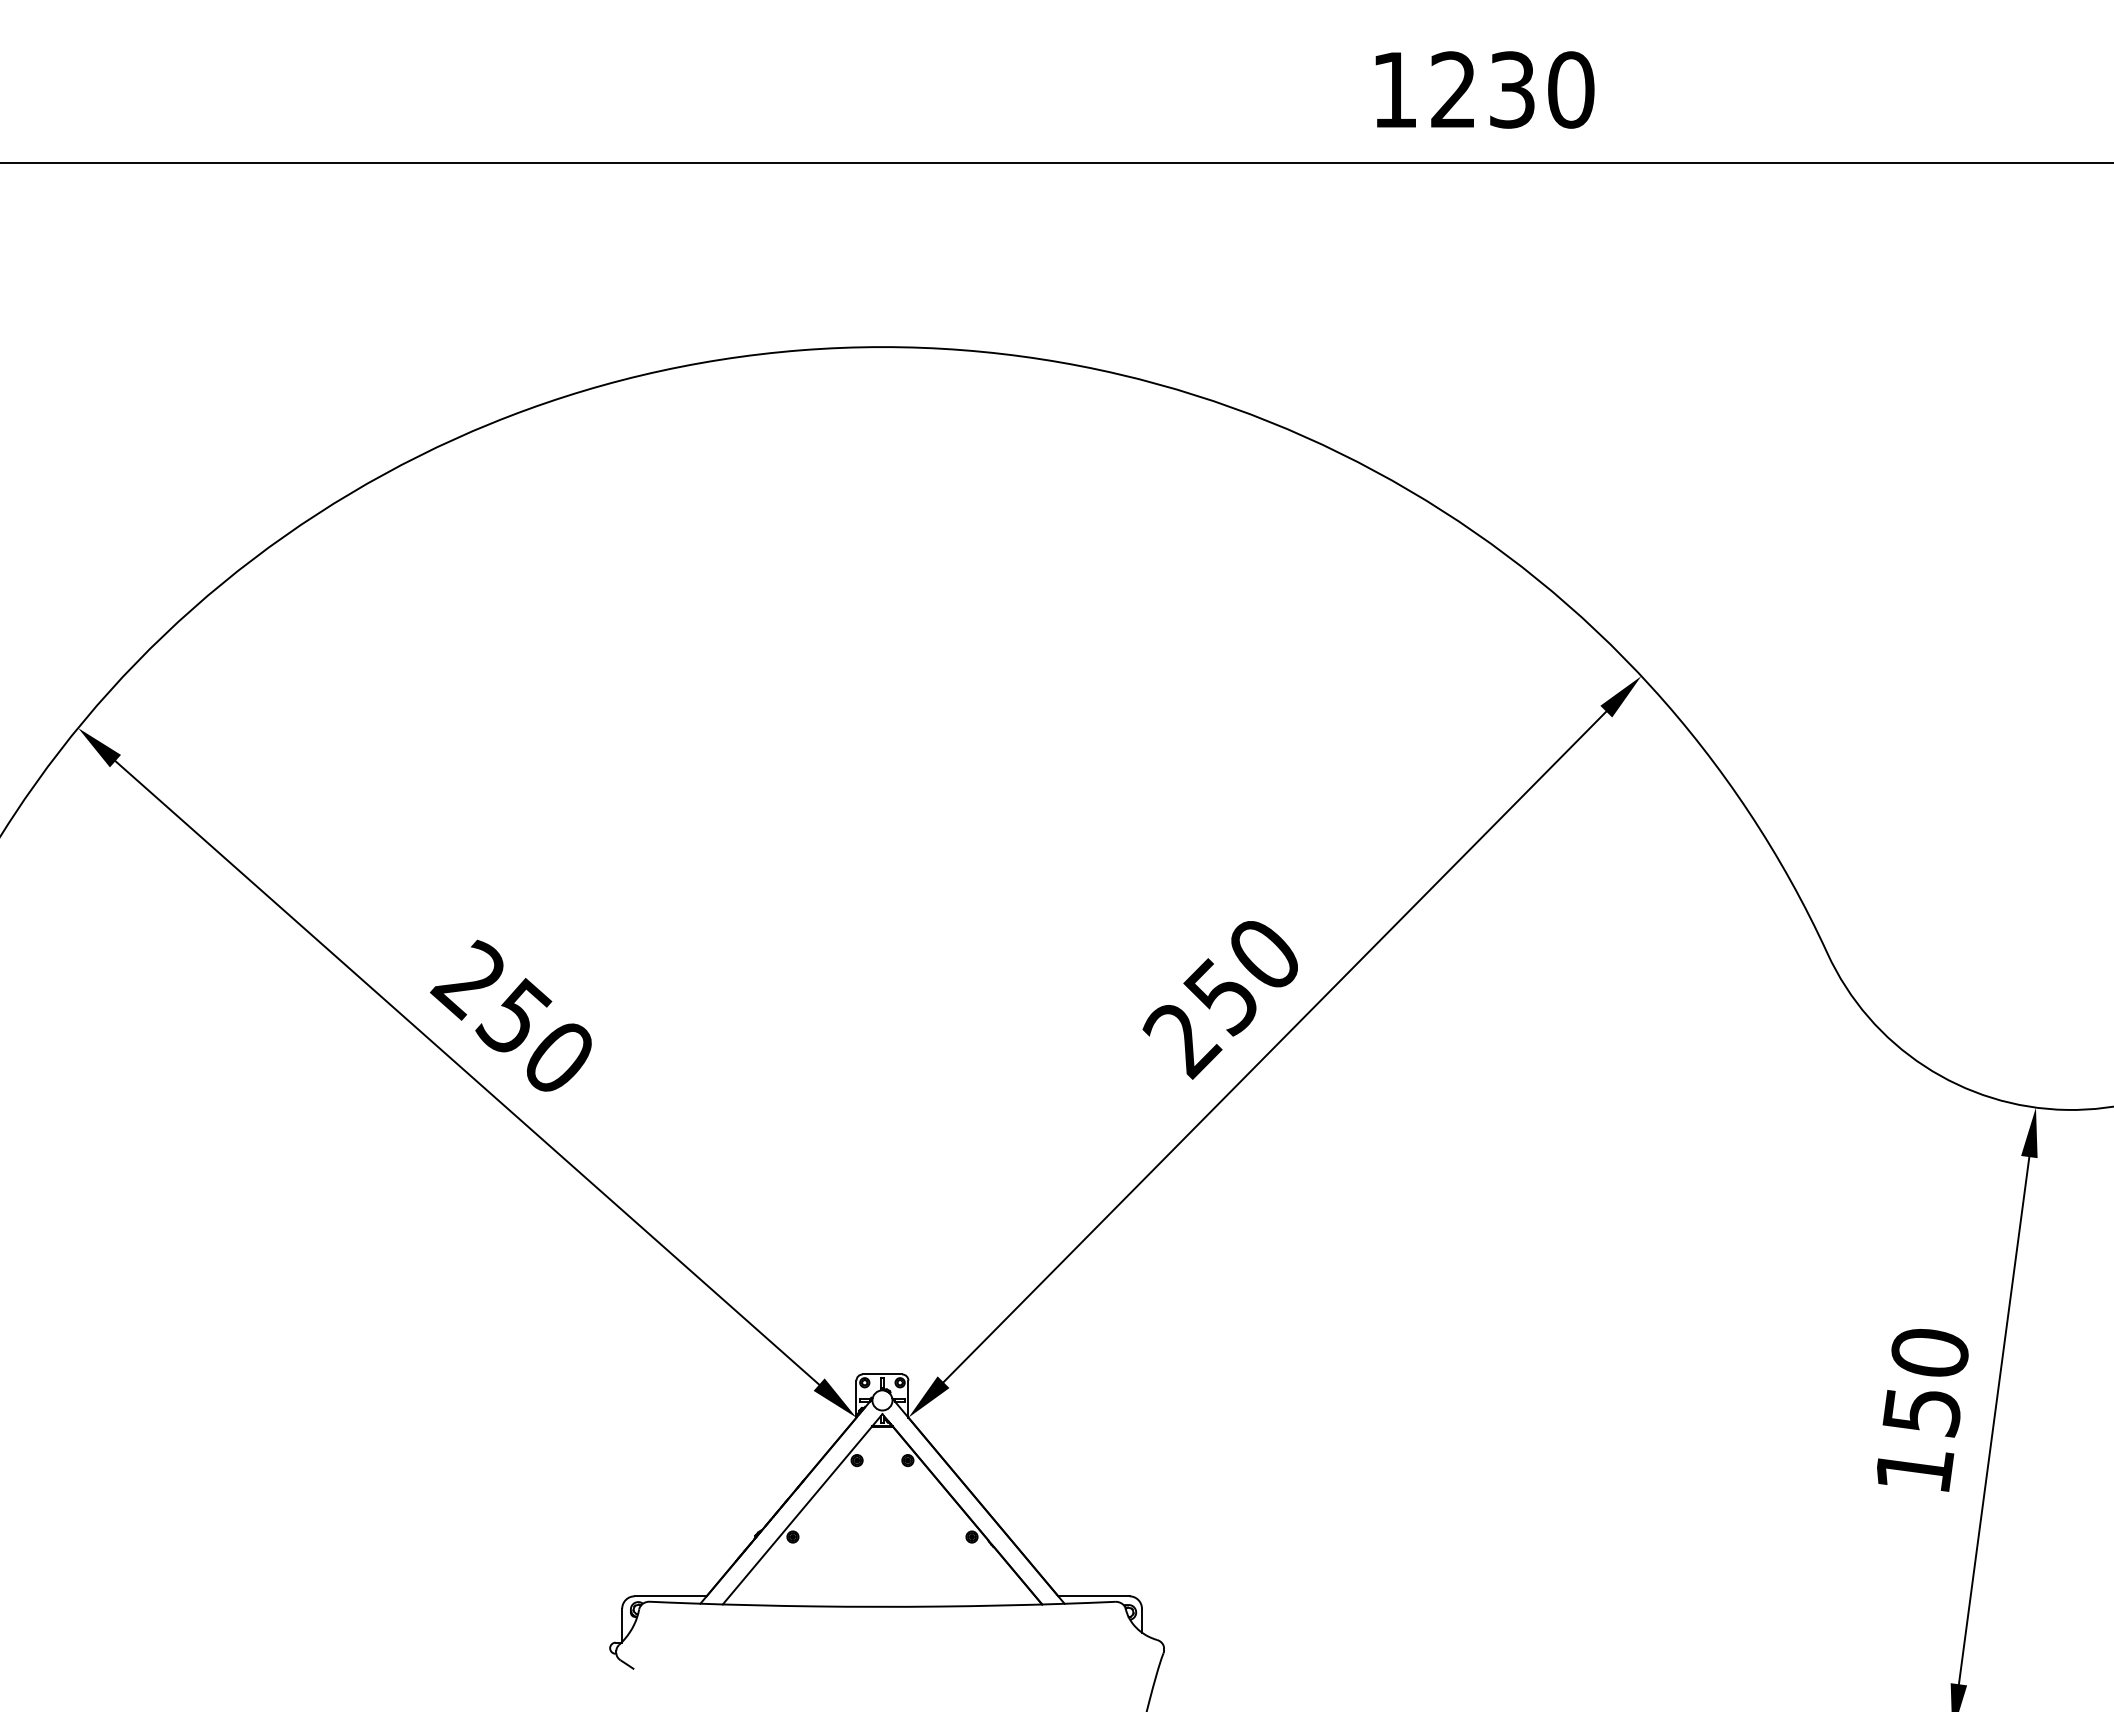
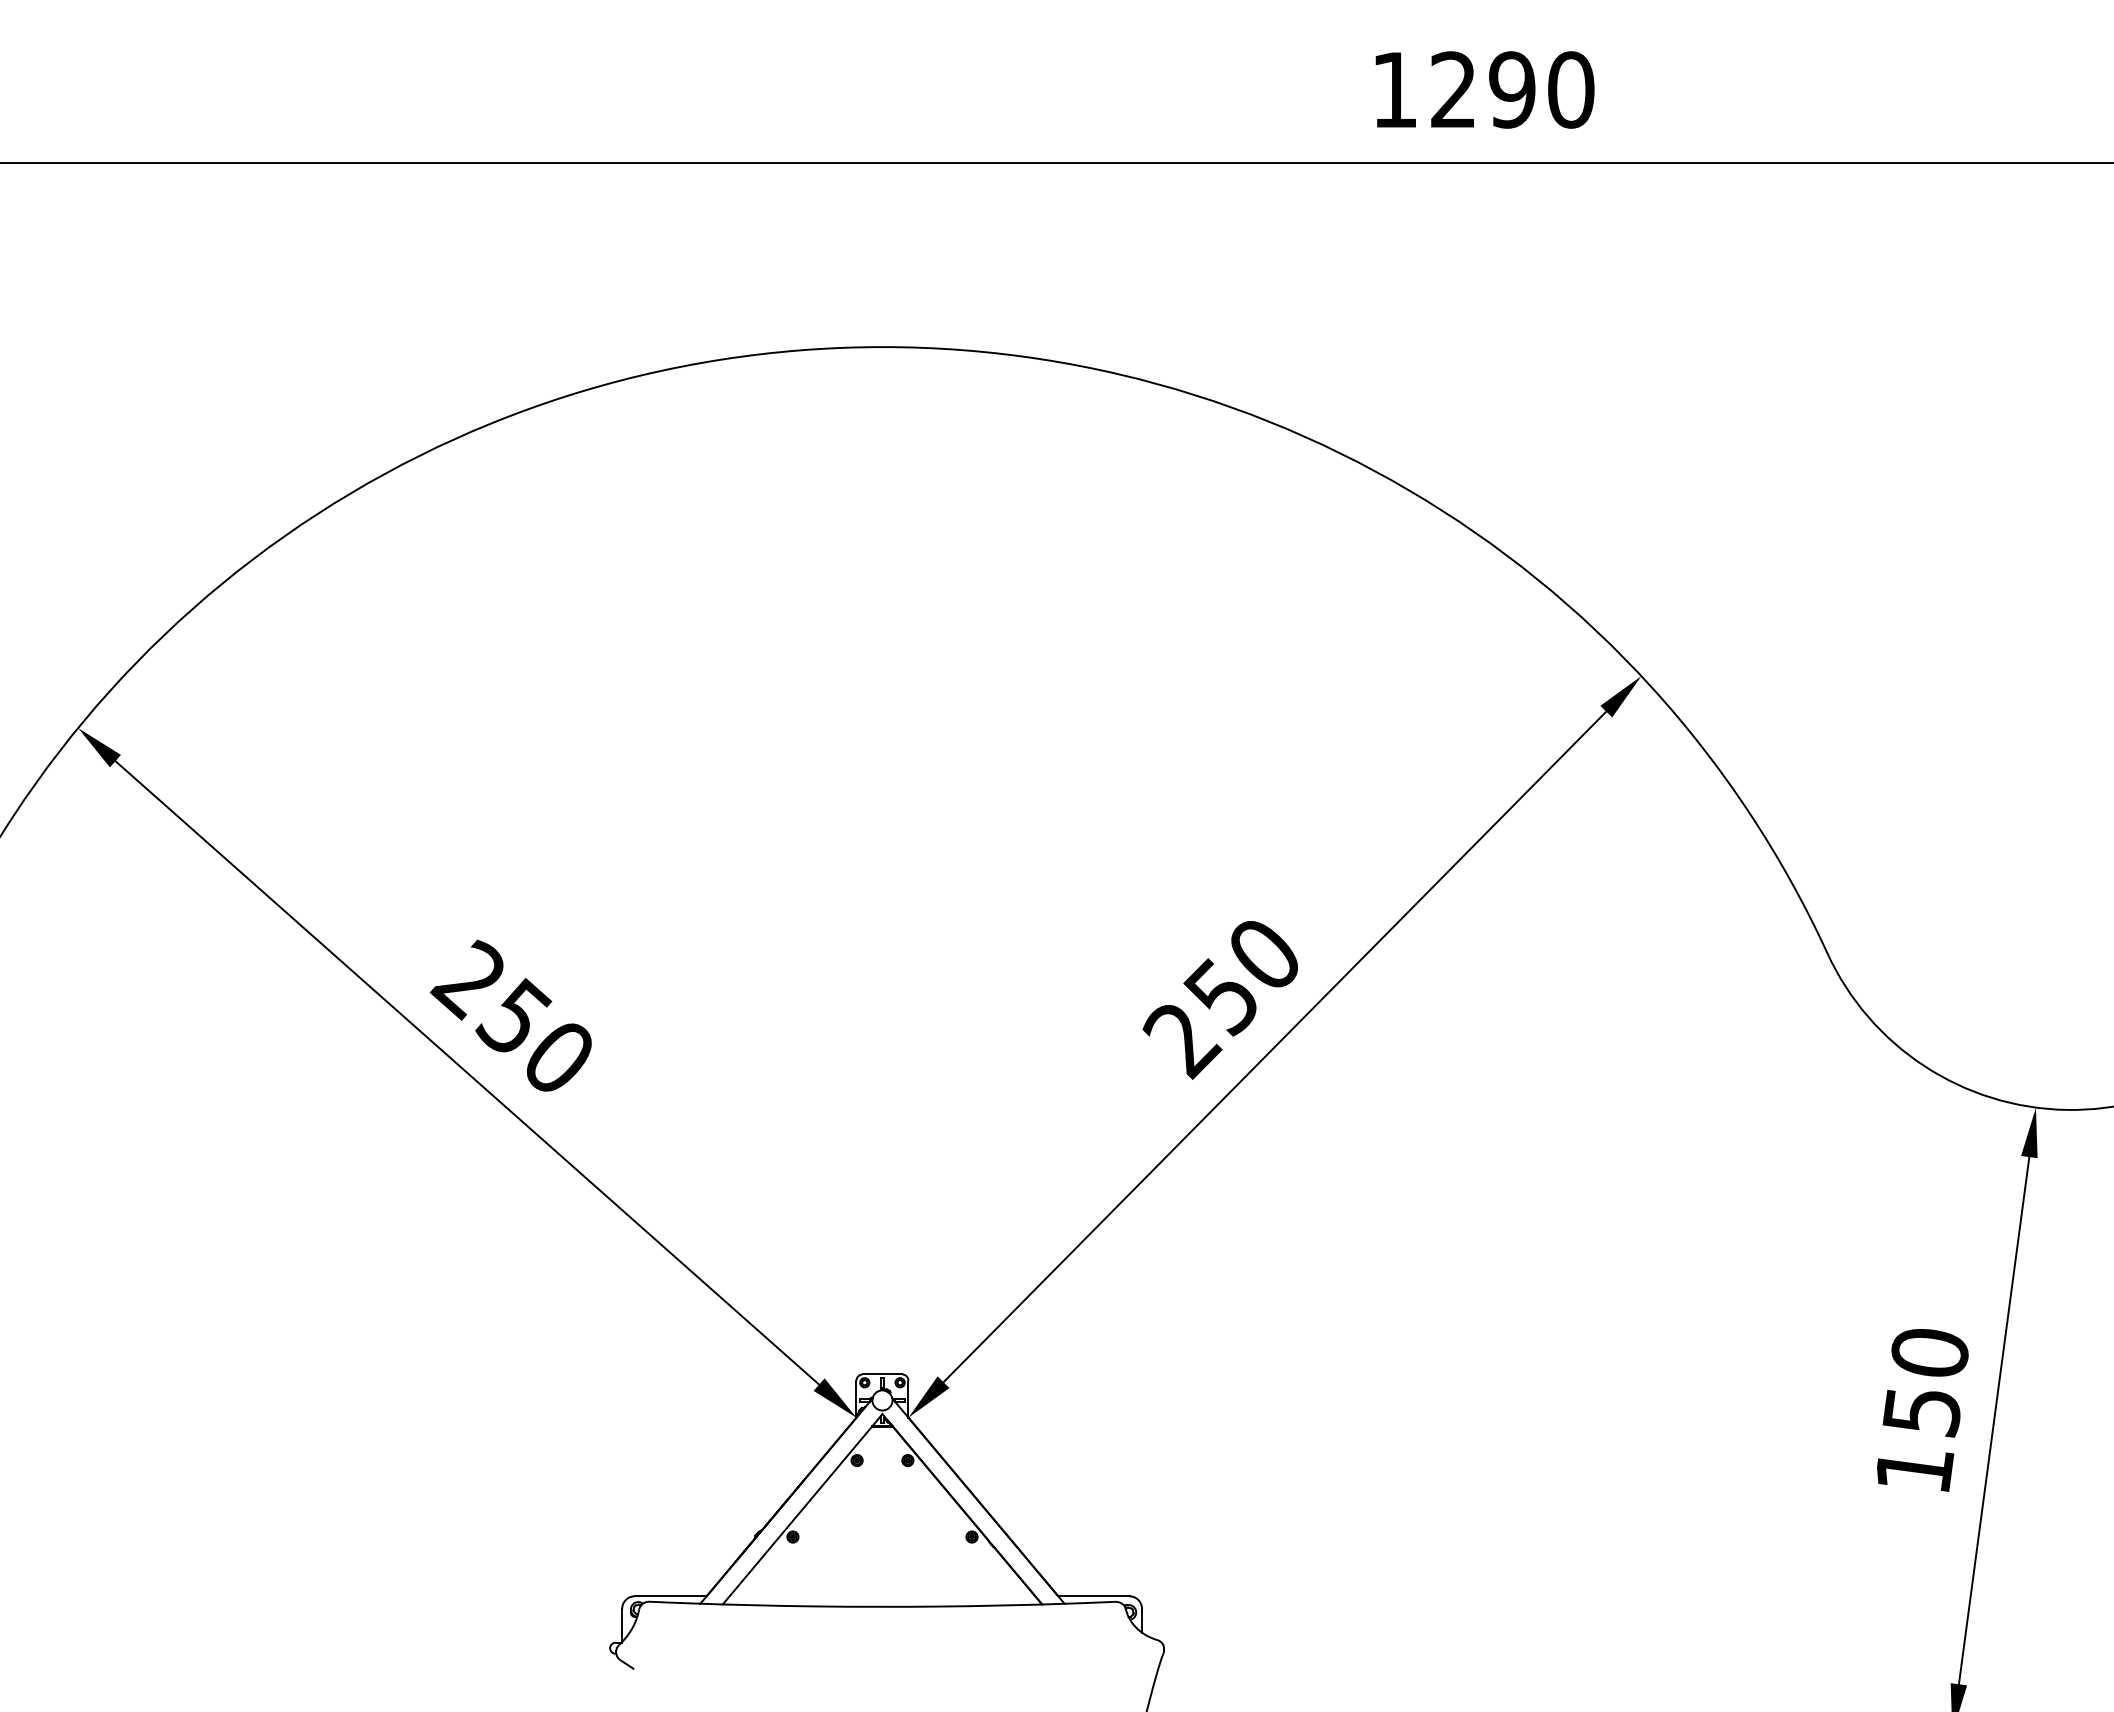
text at (1512, 89): 1230 -> 1290
